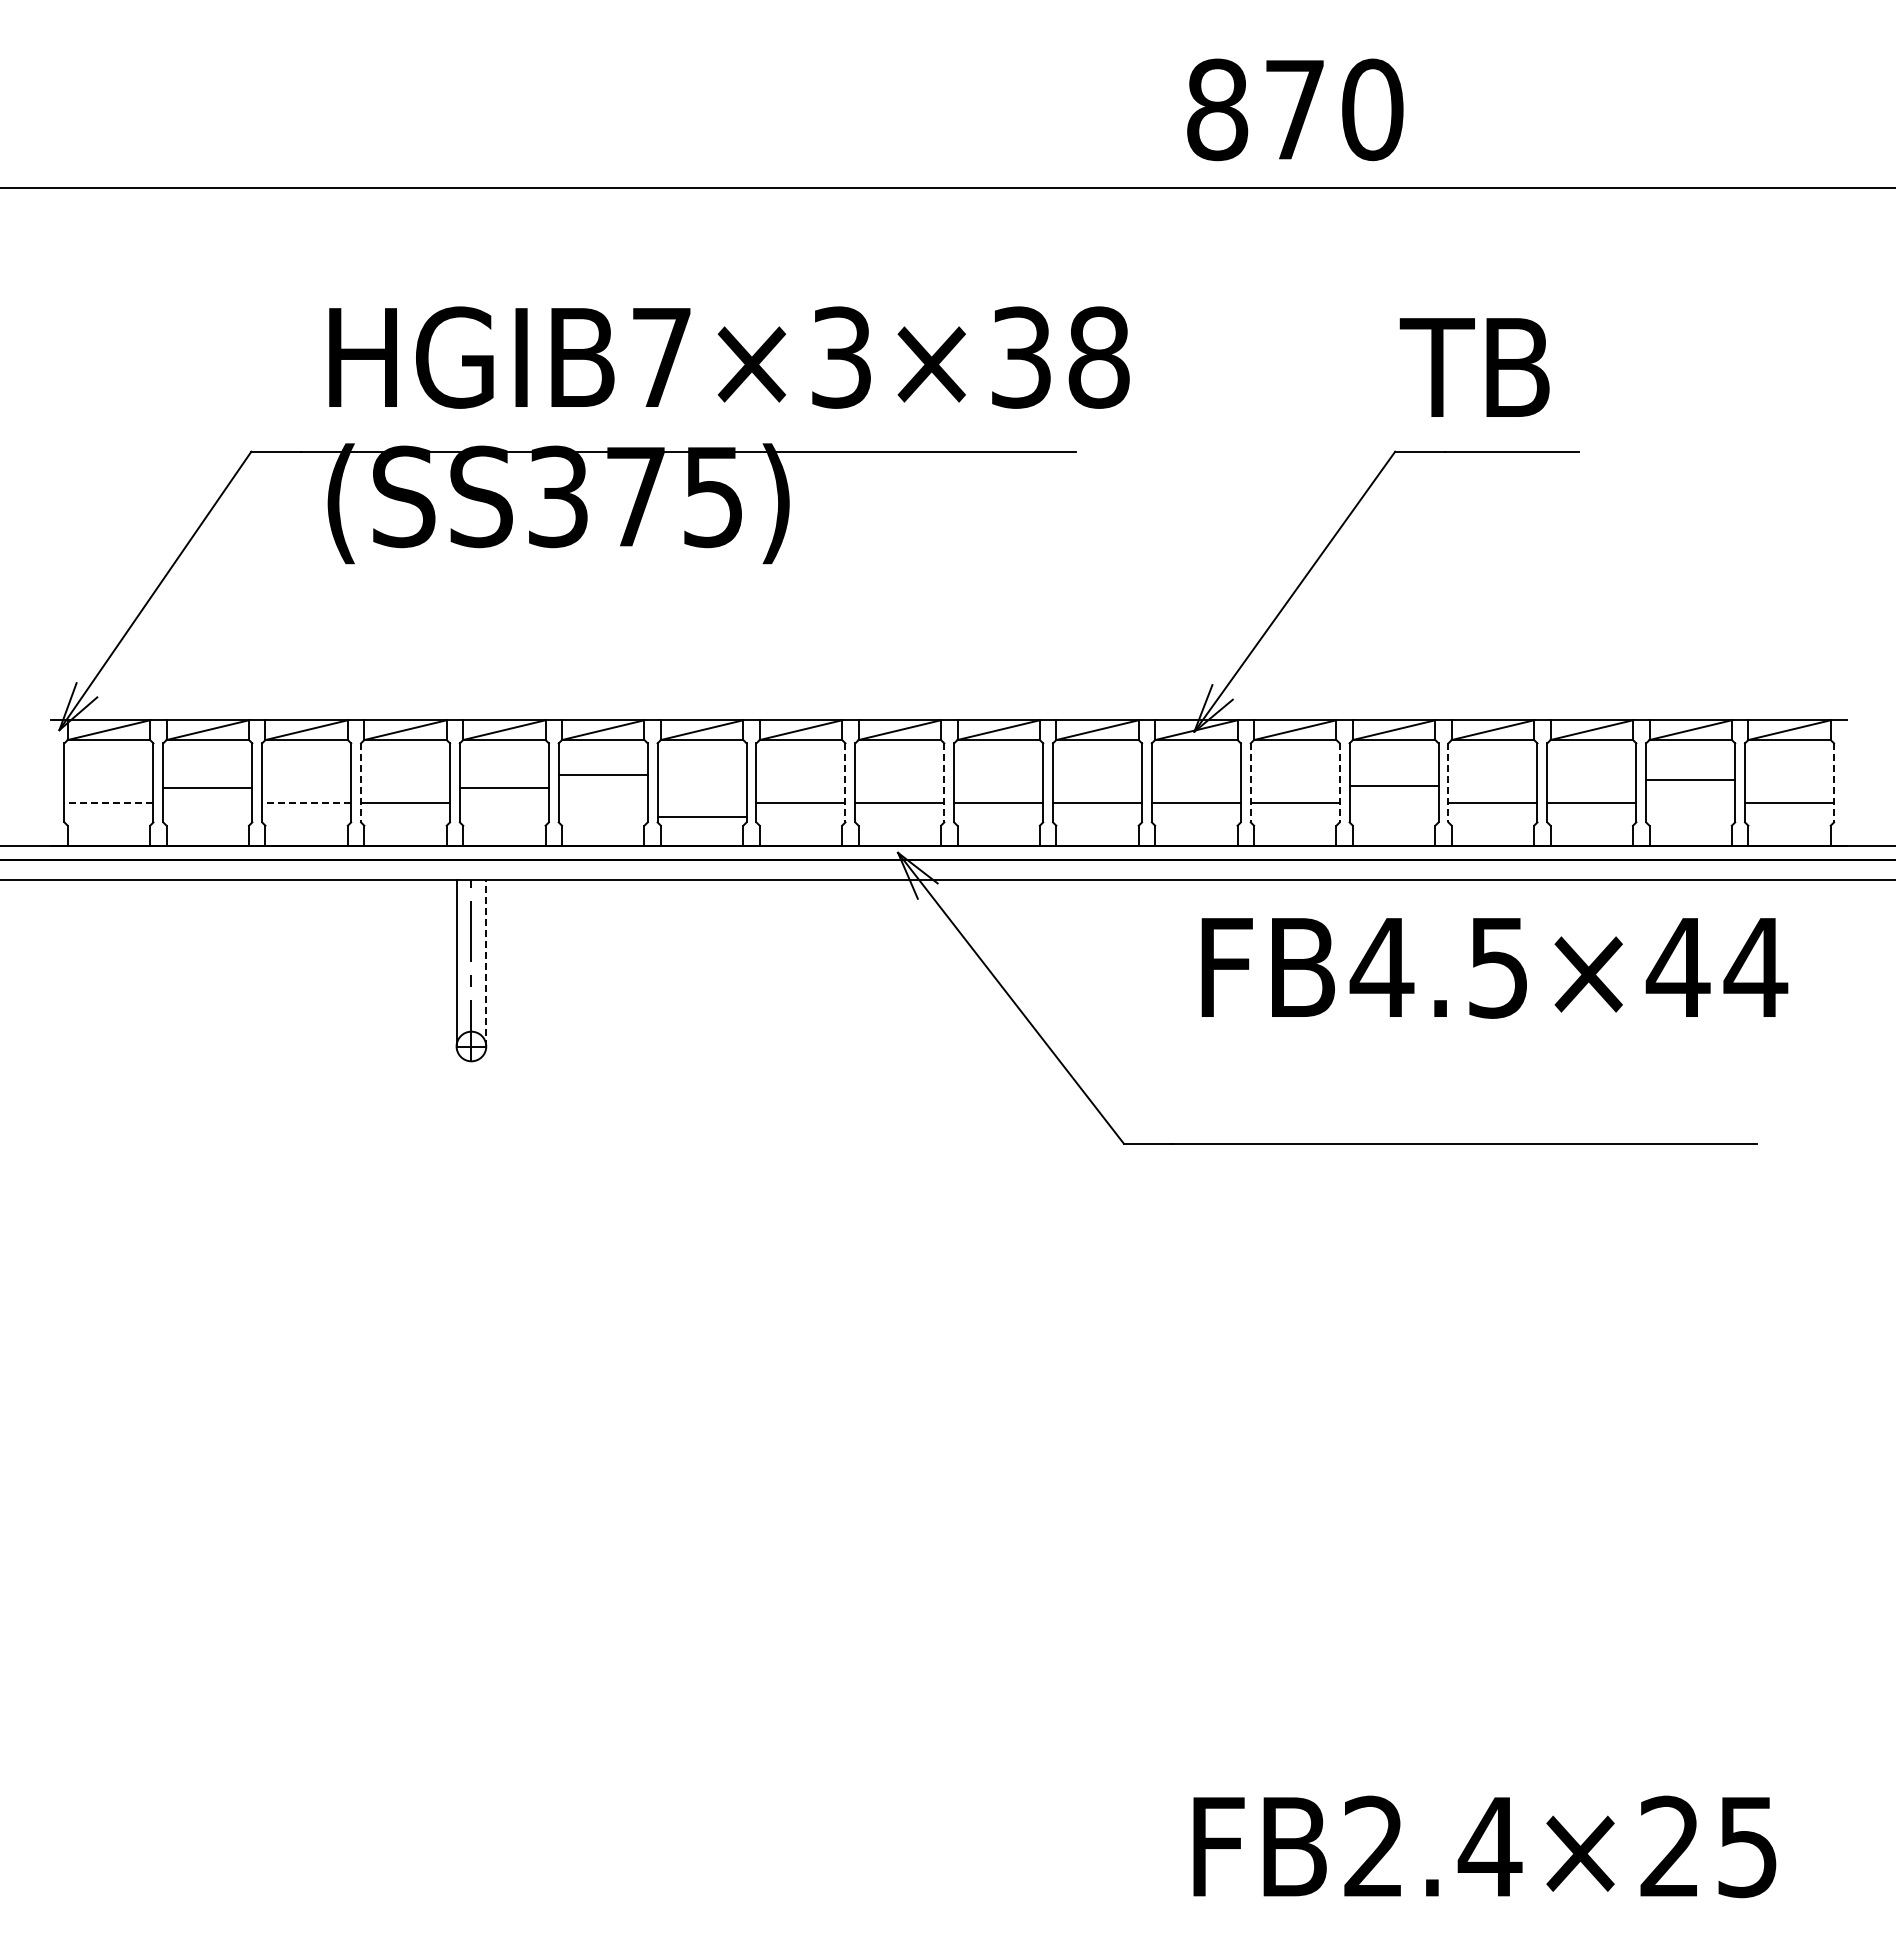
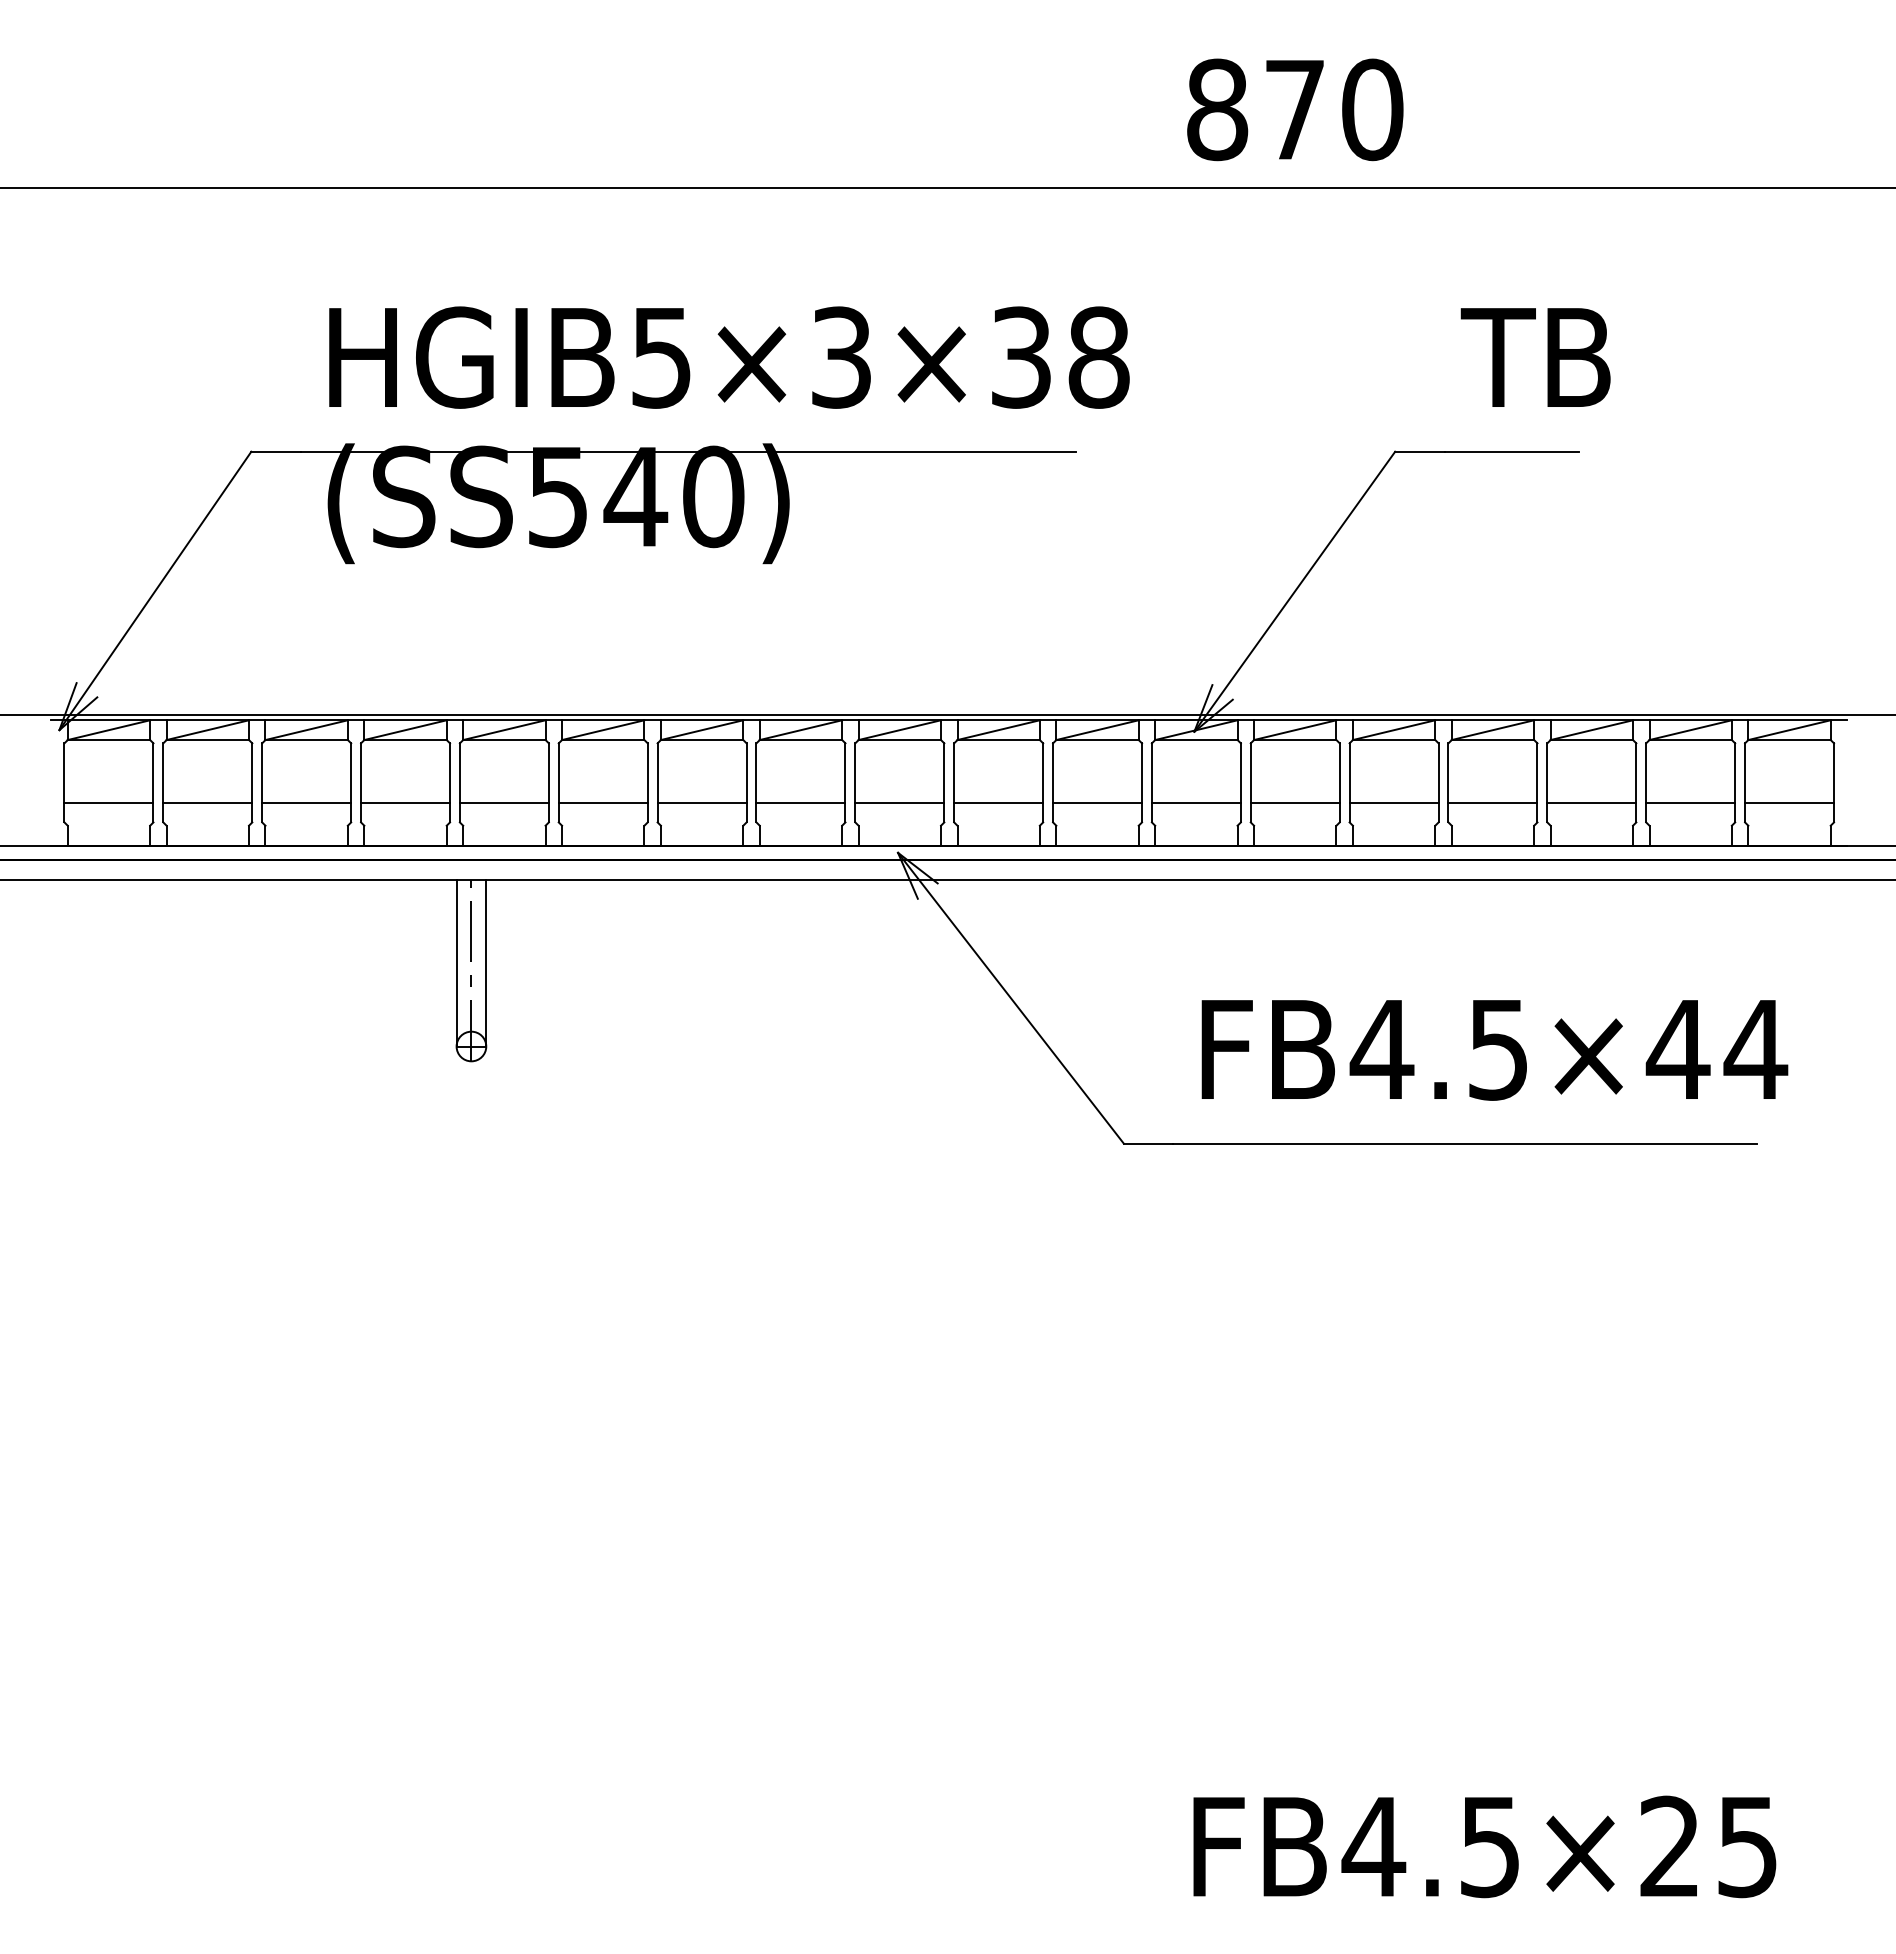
text at (661, 358): HGIB7×3×38 -> HGIB5×3×38
text at (1474, 367) position: (1474, 367) -> (1535, 357)
text at (636, 496): (SS375) -> (SS540)
line at (947, 715): none -> present
line at (602, 774) position: (602, 774) -> (602, 802)
line at (1690, 779) position: (1690, 779) -> (1690, 802)
line at (361, 782): dashed -> solid
line at (845, 782): dashed -> solid
line at (944, 782): dashed -> solid
line at (1250, 782): dashed -> solid
line at (1339, 782): dashed -> solid
line at (1448, 782): dashed -> solid
line at (1834, 782): dashed -> solid
line at (1393, 785) position: (1393, 785) -> (1393, 802)
line at (207, 787) position: (207, 787) -> (207, 802)
line at (503, 787) position: (503, 787) -> (503, 802)
line at (108, 802): dashed -> solid
line at (306, 802): dashed -> solid
line at (701, 816) position: (701, 816) -> (701, 802)
line at (486, 962): dashed -> solid
text at (1494, 968) position: (1494, 968) -> (1494, 1050)
text at (1431, 1846): FB2.4×25 -> FB4.5×25
